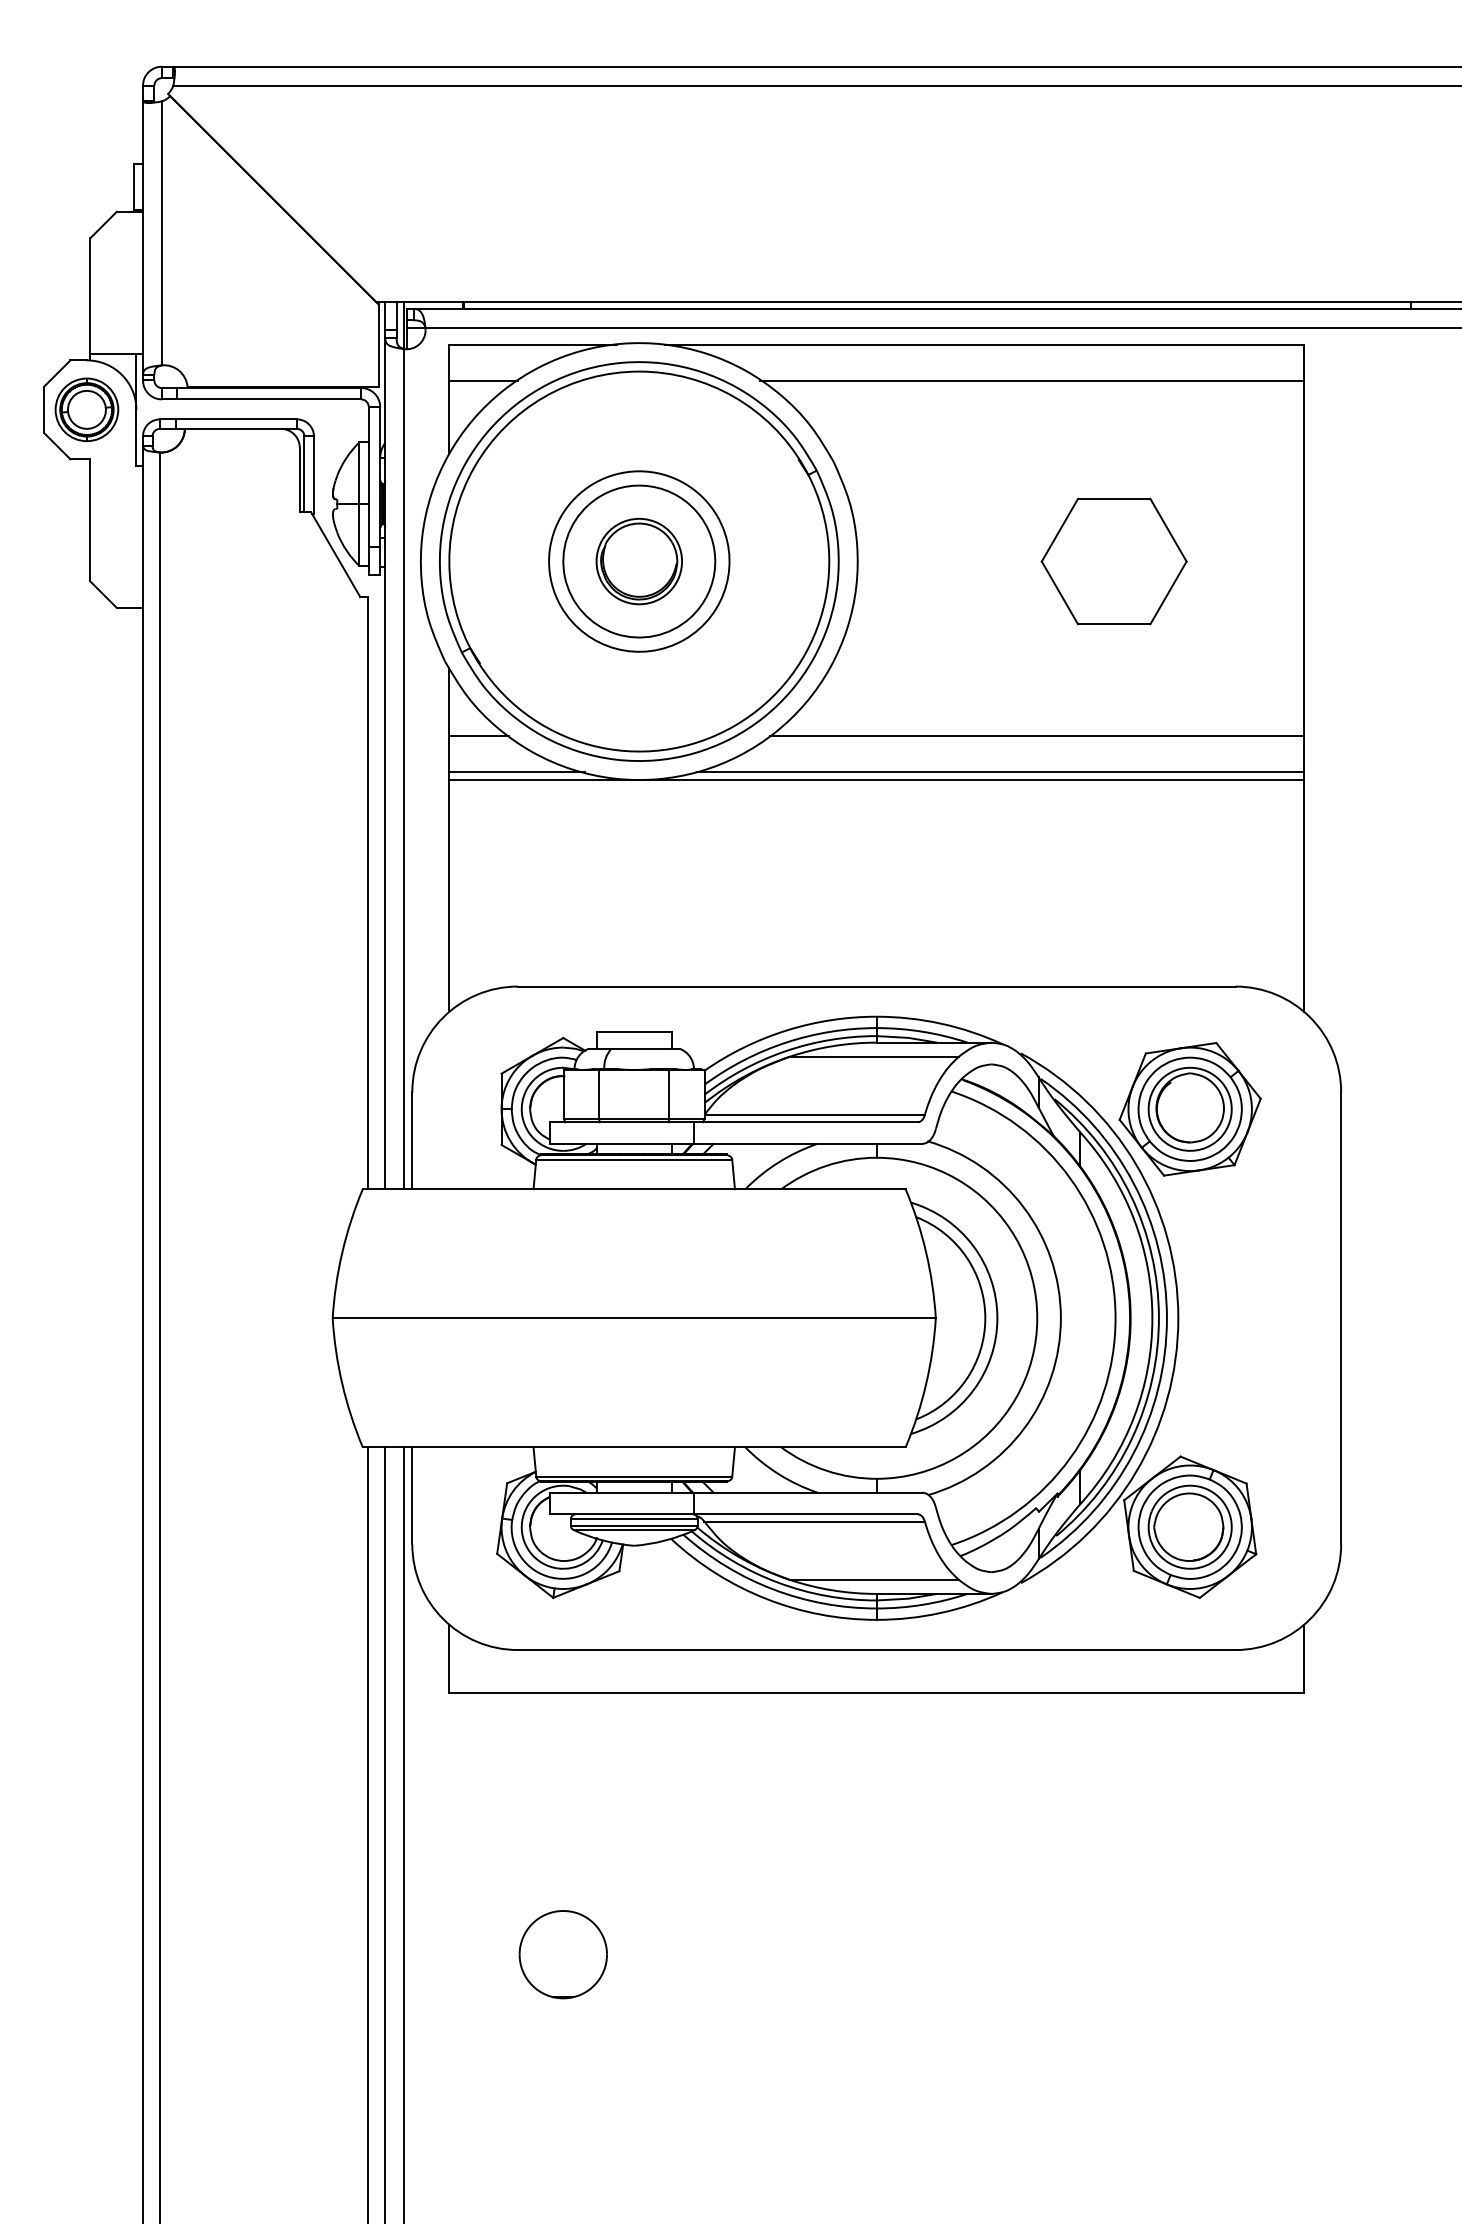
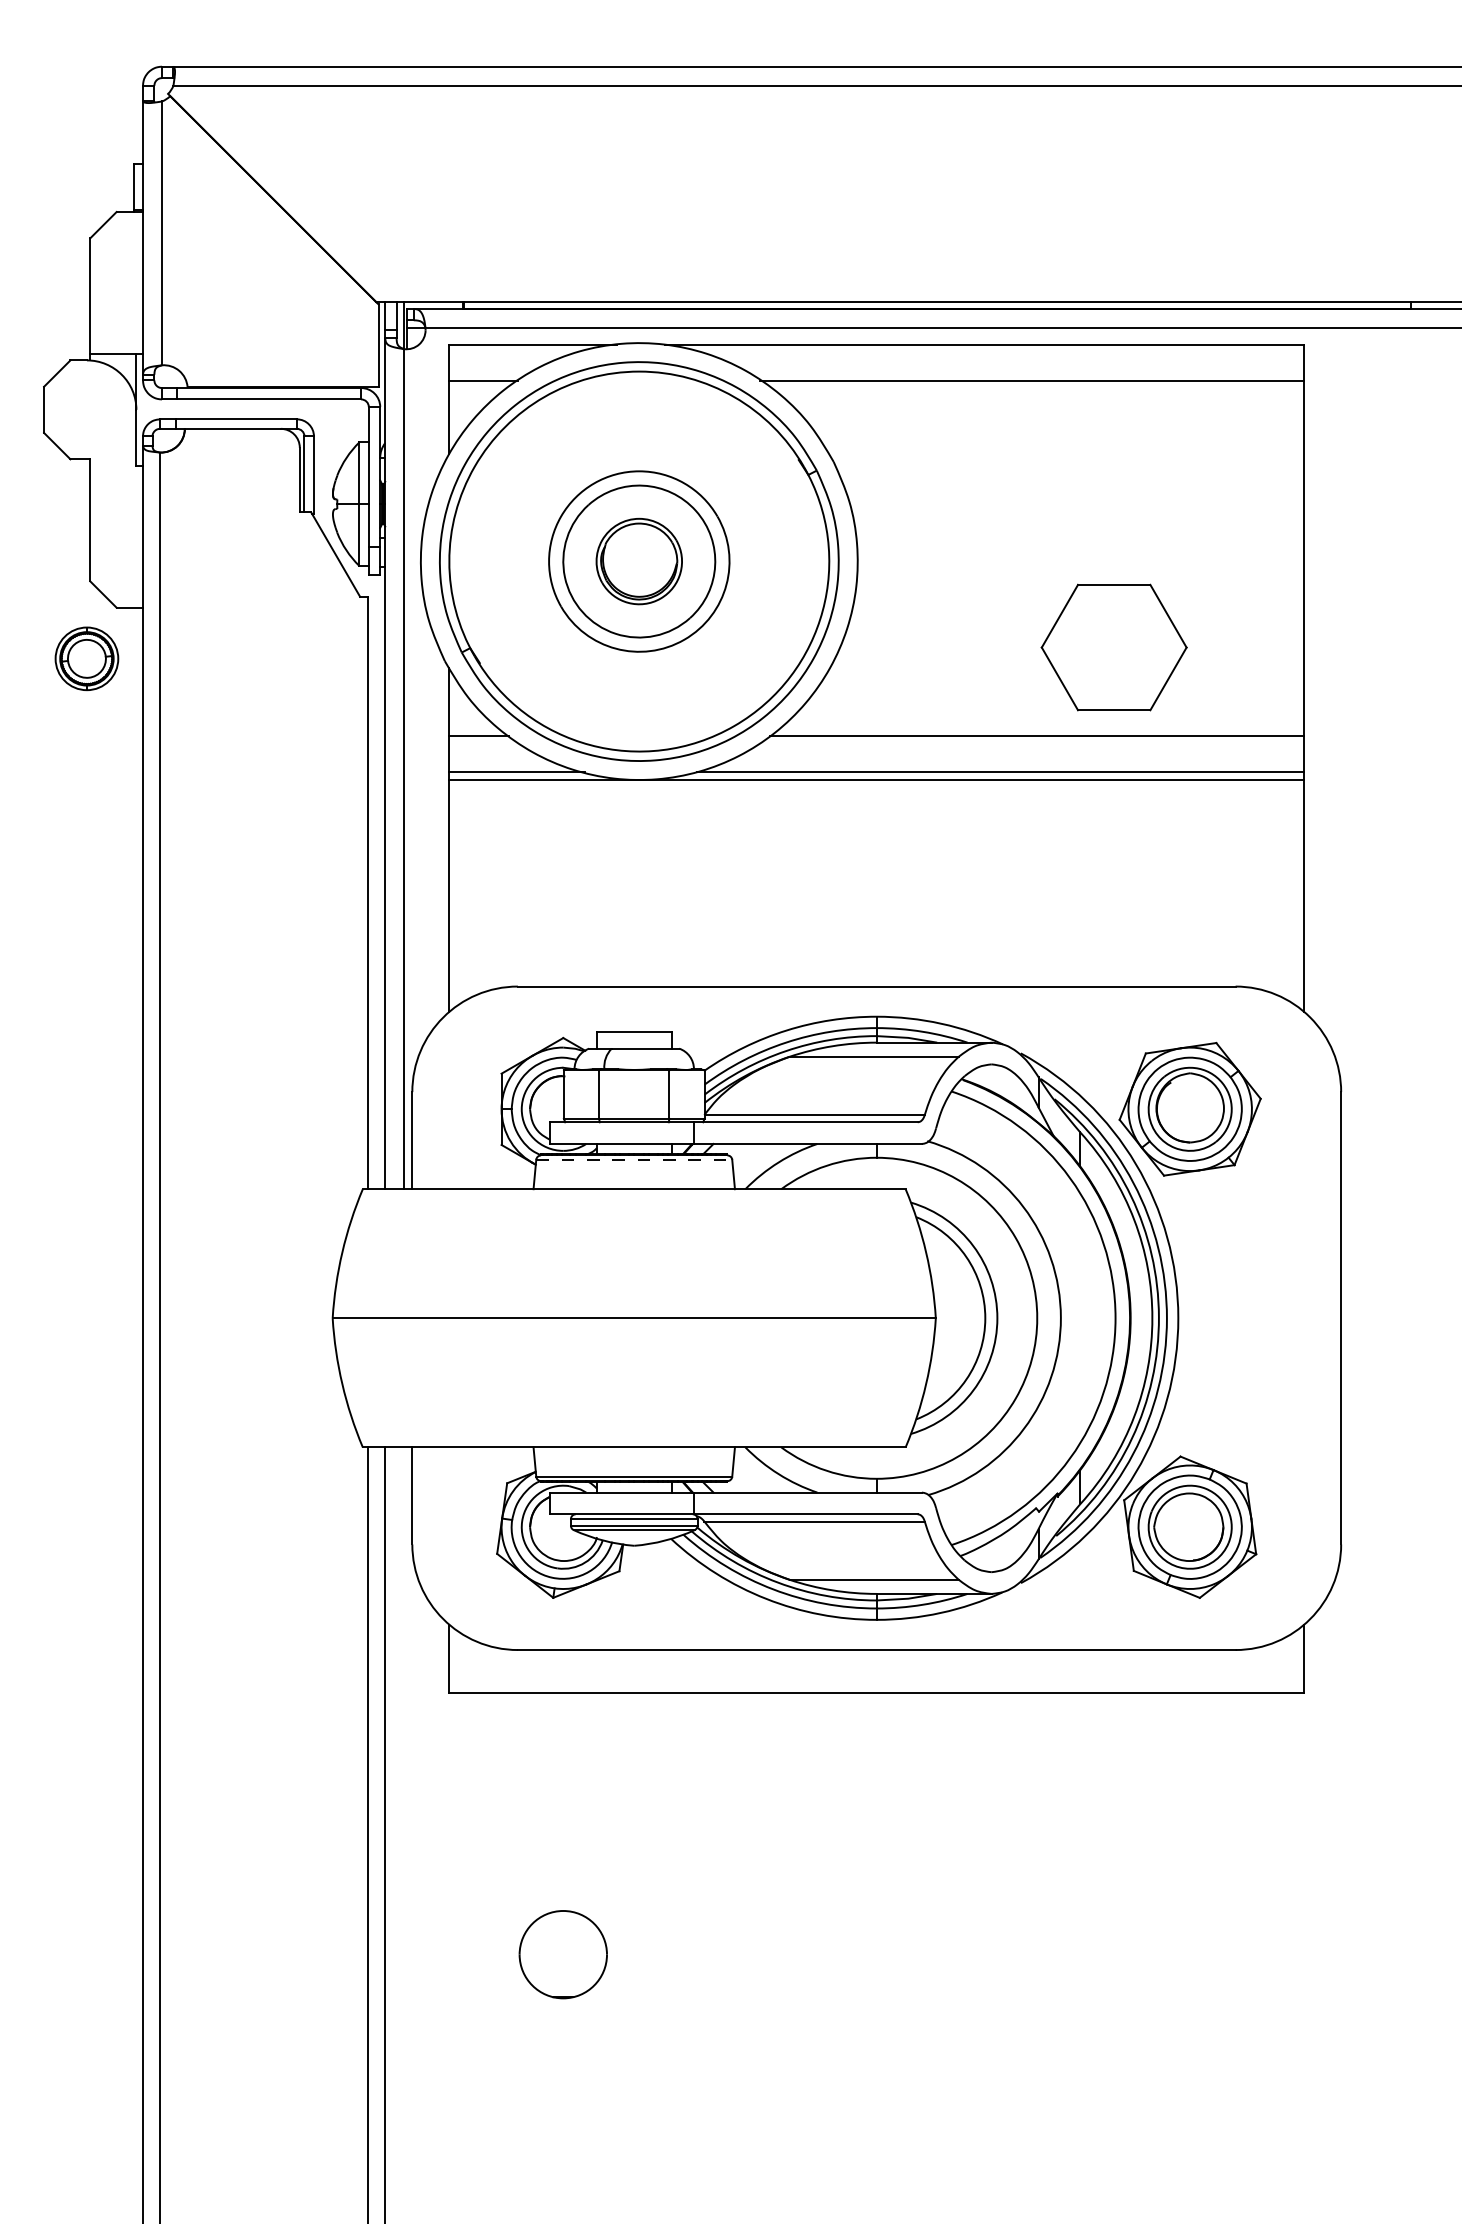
part at (86, 409) position: (86, 409) -> (86, 658)
part at (1113, 561) position: (1113, 561) -> (1113, 647)
line at (634, 1159): solid -> dashed
line at (404, 1833): present -> none
